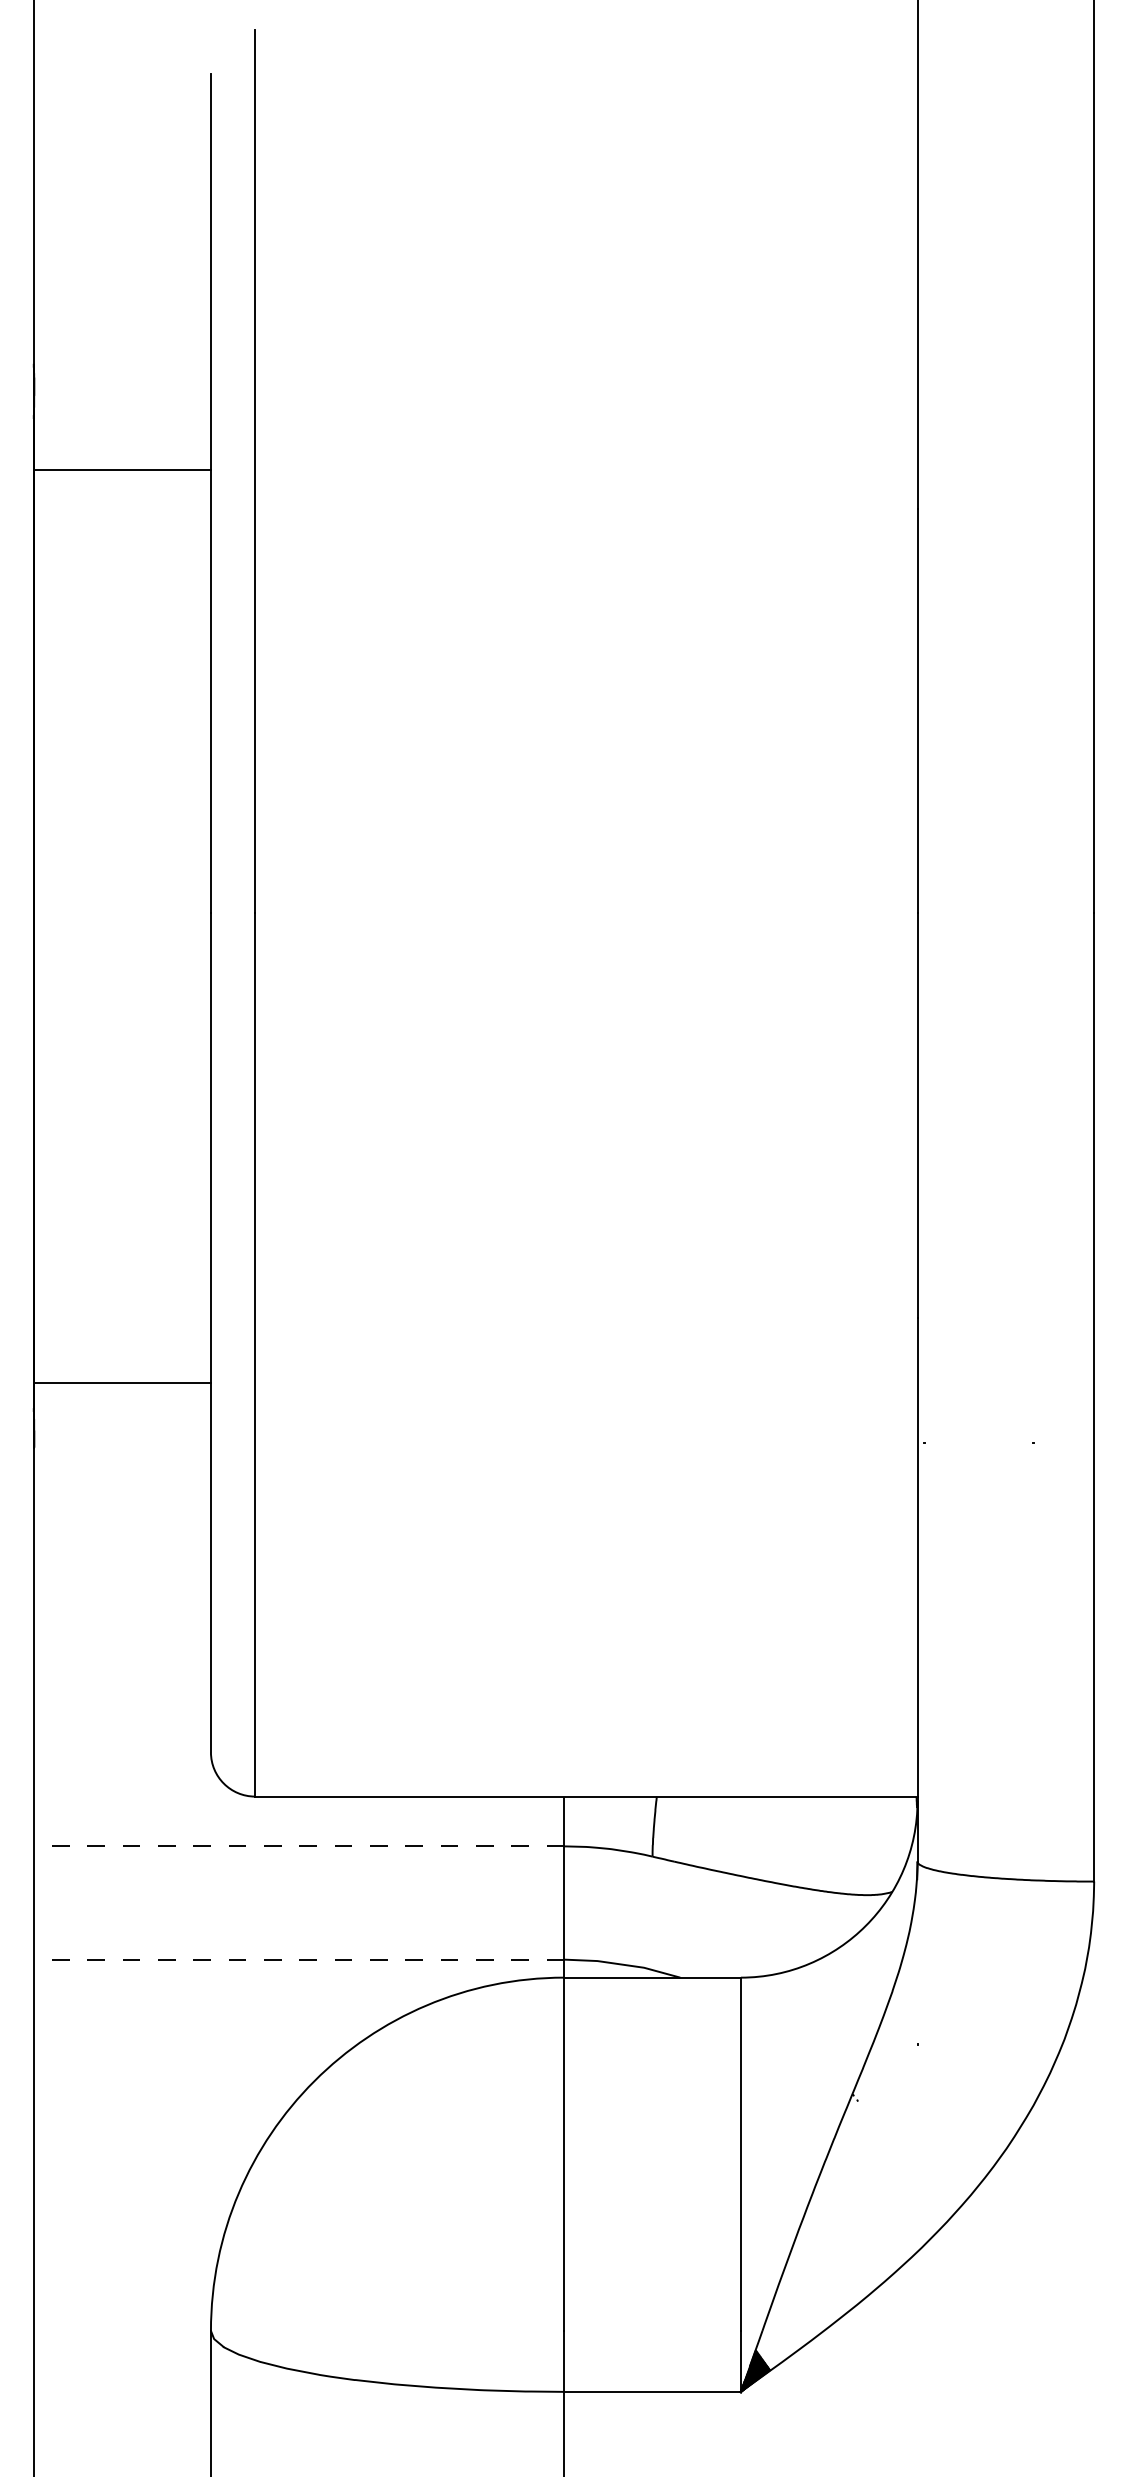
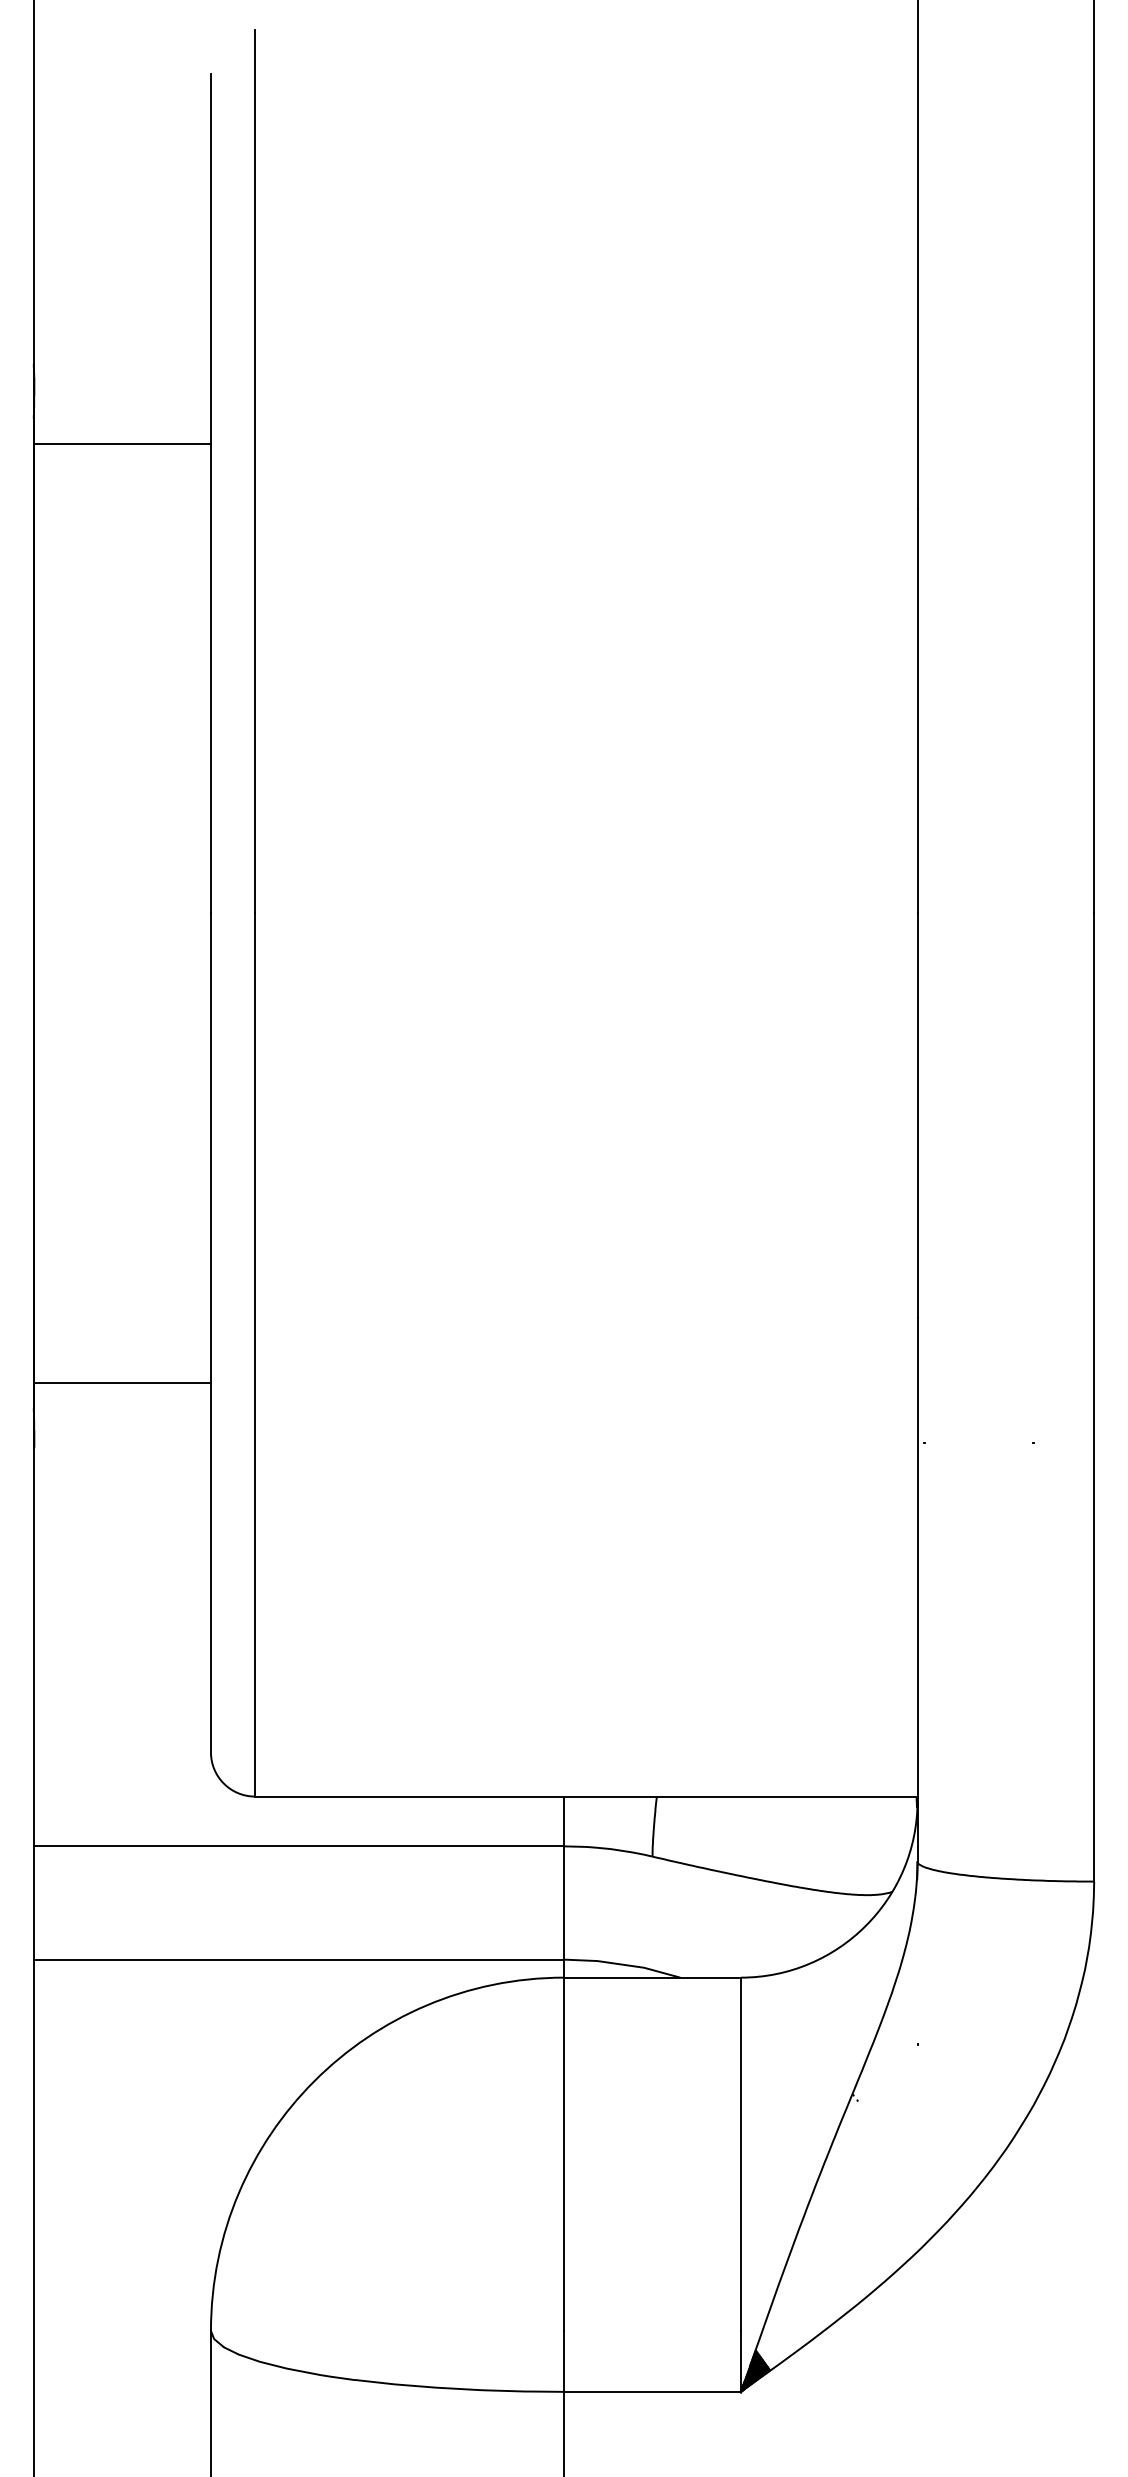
line at (122, 469) position: (122, 469) -> (122, 443)
line at (299, 1846): dashed -> solid
line at (299, 1959): dashed -> solid
